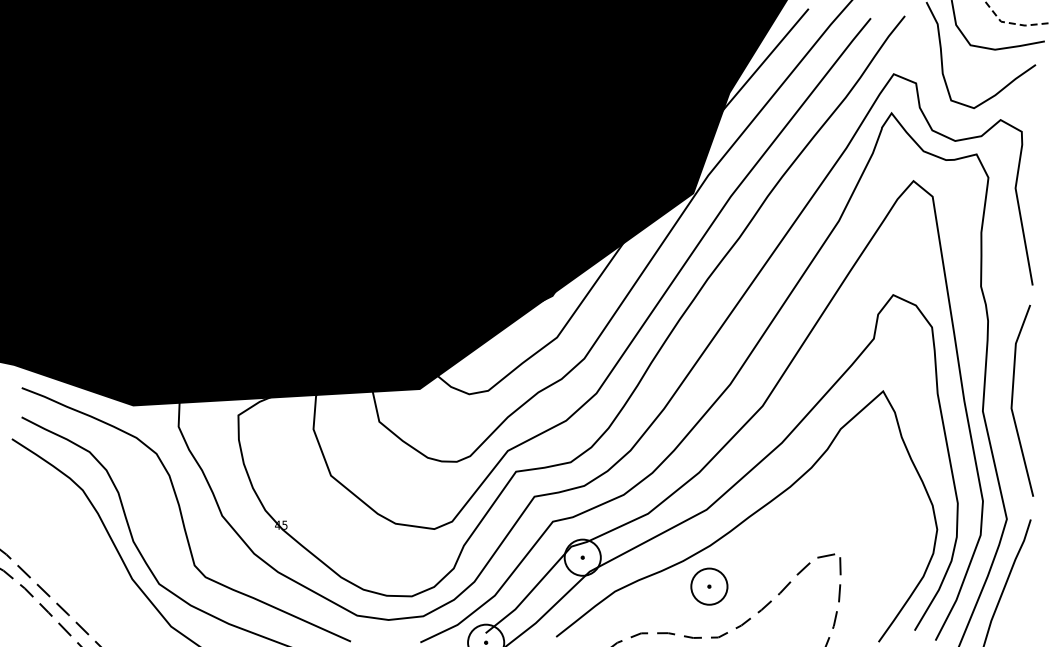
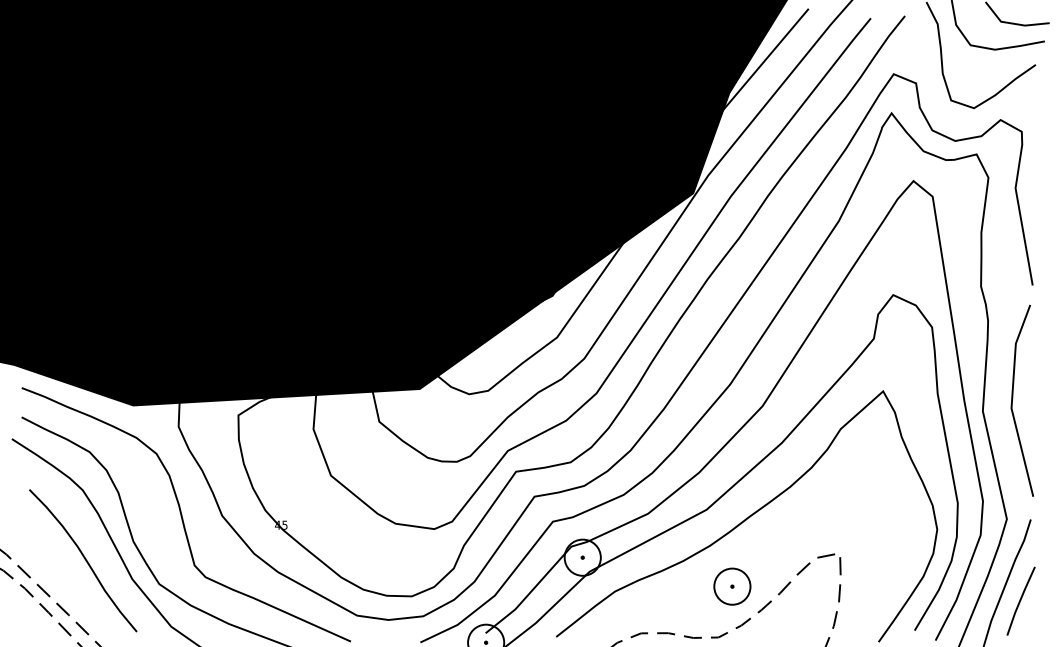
line at (1012, 23): dashed -> solid
curve at (84, 559): none -> present
part at (709, 586) position: (709, 586) -> (732, 586)
line at (1020, 600): none -> present
